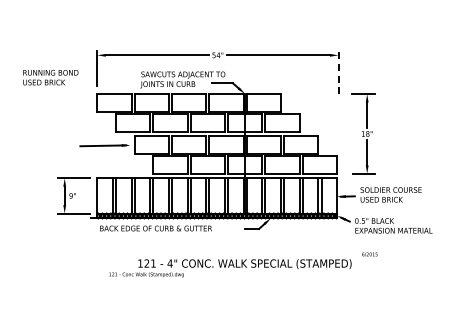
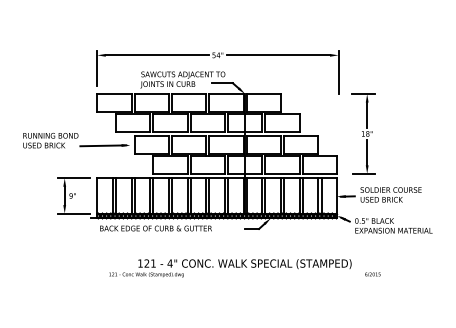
line at (338, 72): dashed -> solid
text at (50, 77) position: (50, 77) -> (50, 140)
text at (369, 254) position: (369, 254) -> (372, 274)
